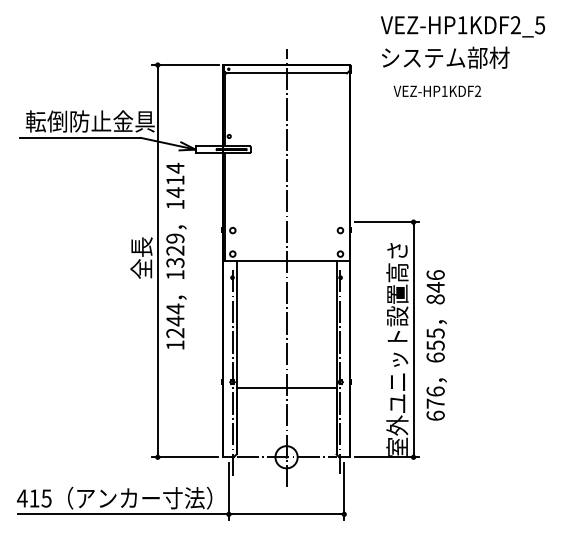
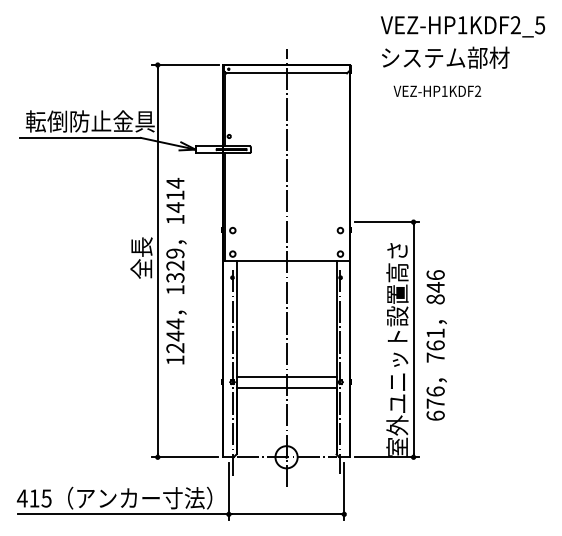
text at (176, 255) position: (176, 255) -> (176, 270)
text at (435, 345): 655 -> 761
line at (286, 377): none -> present
